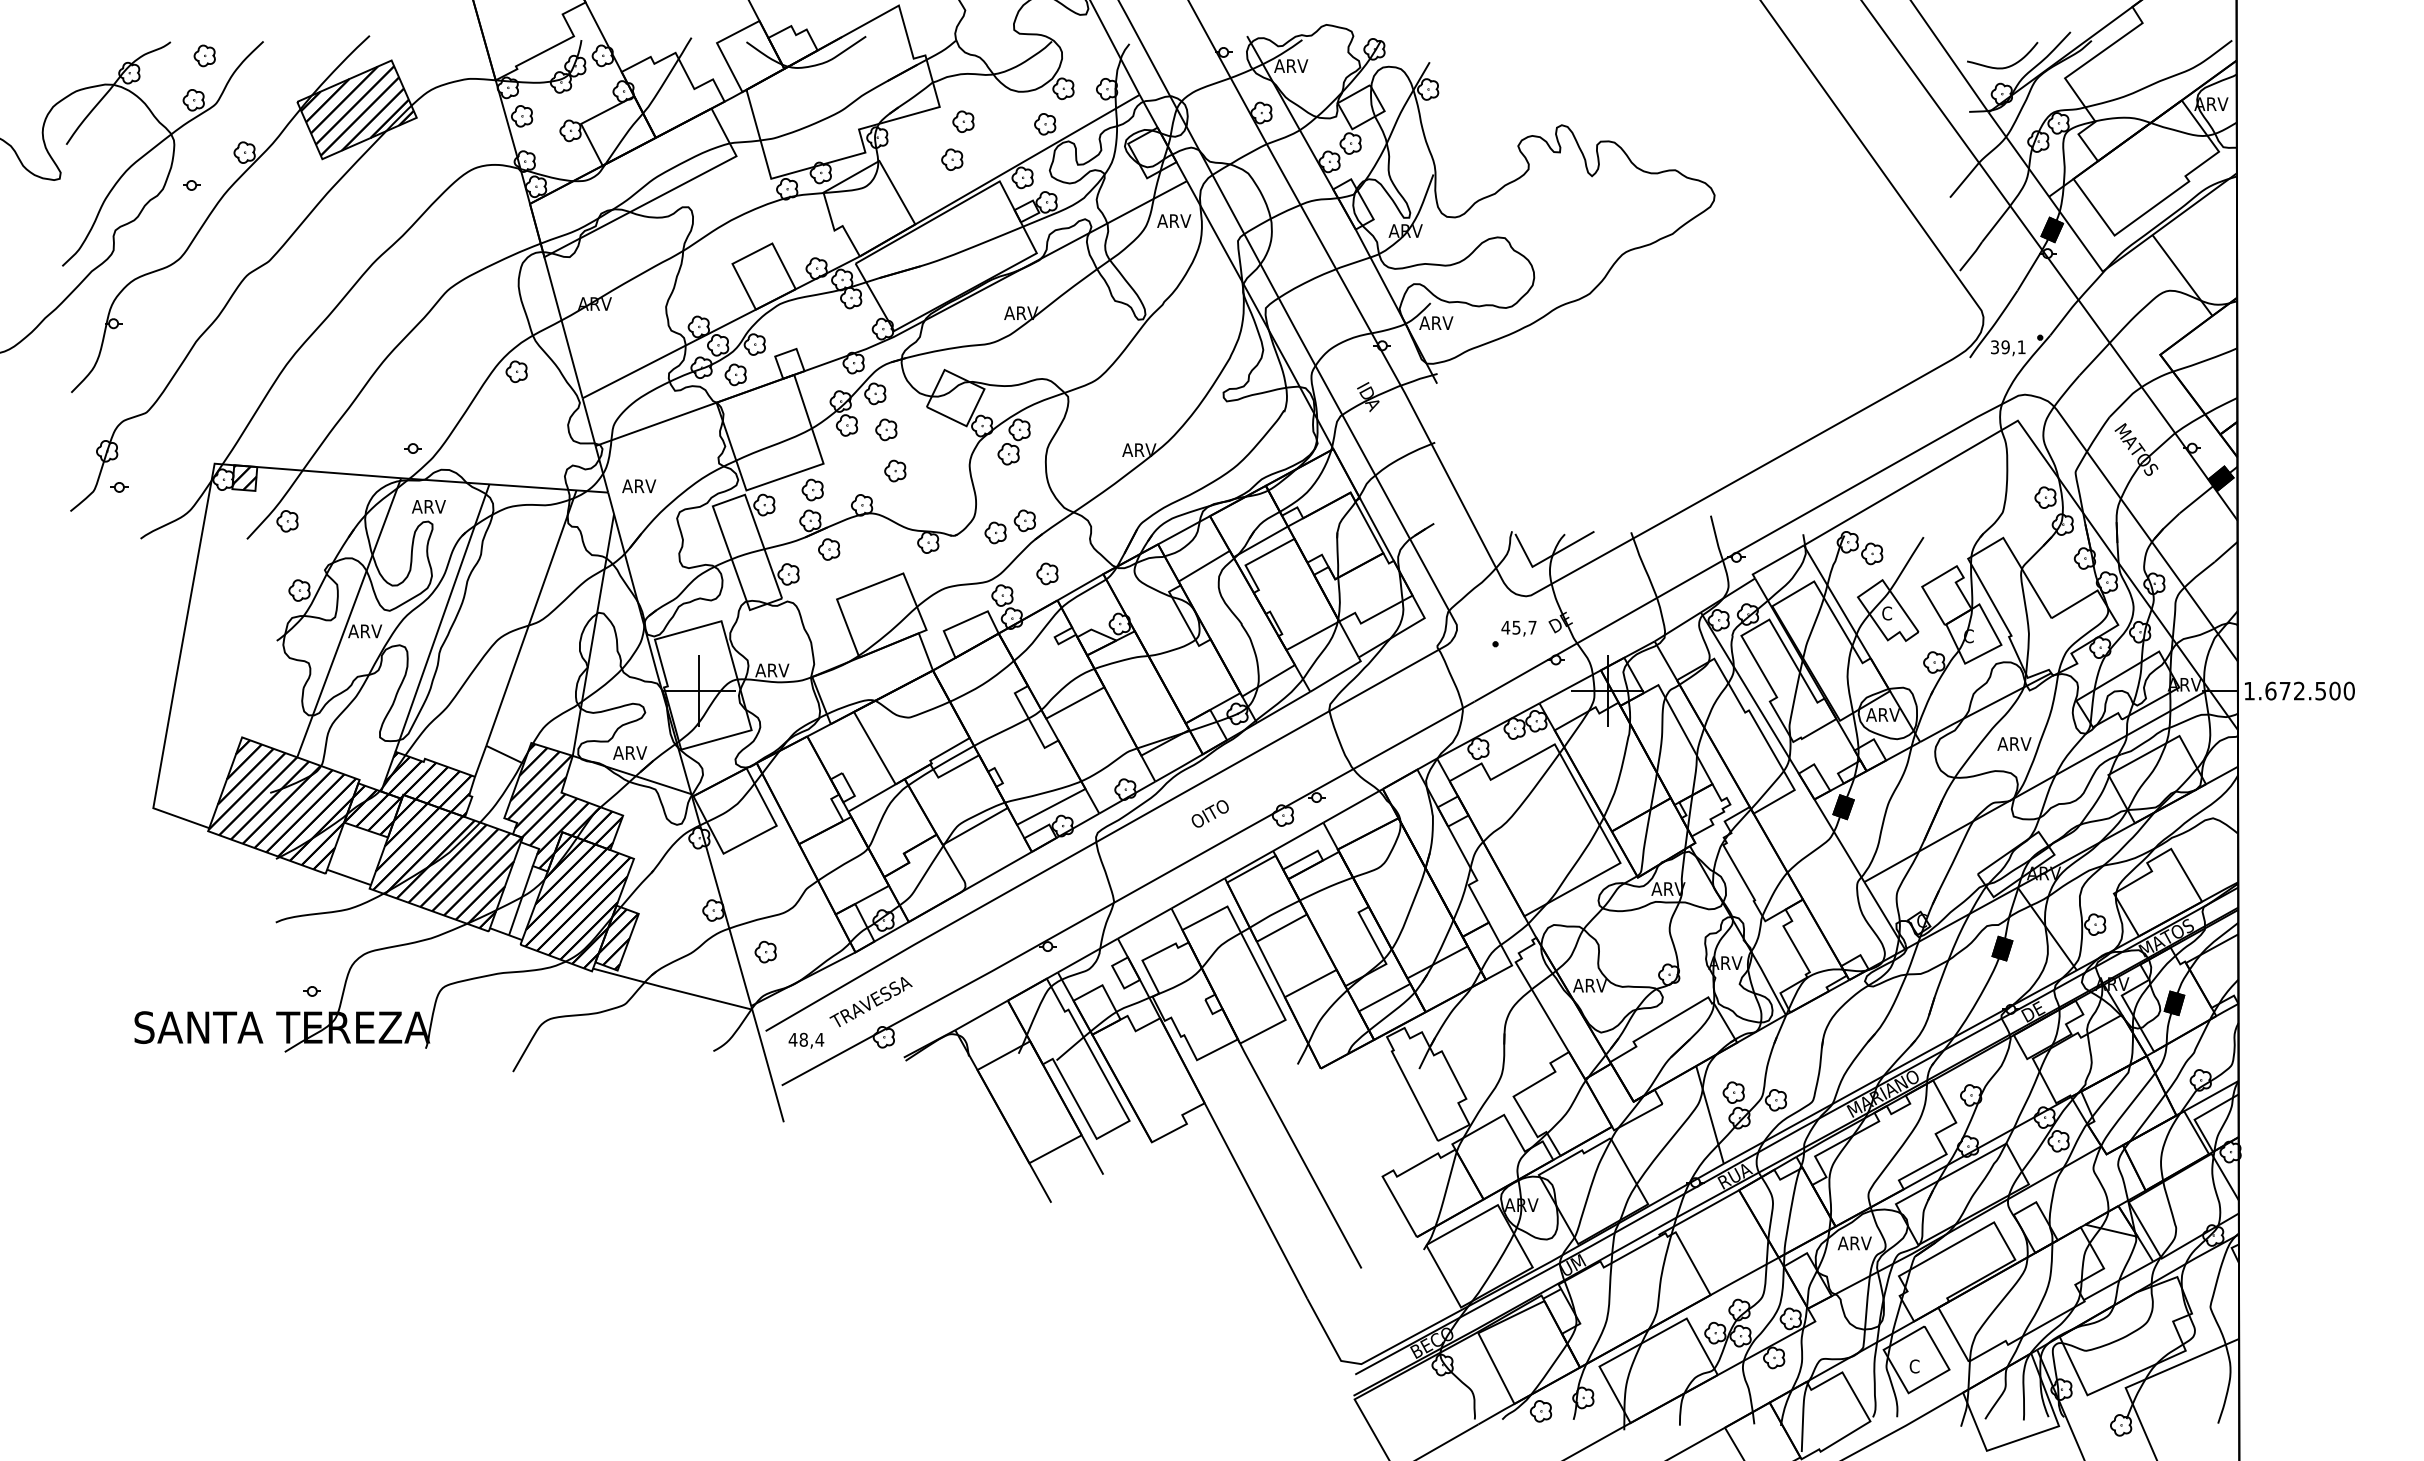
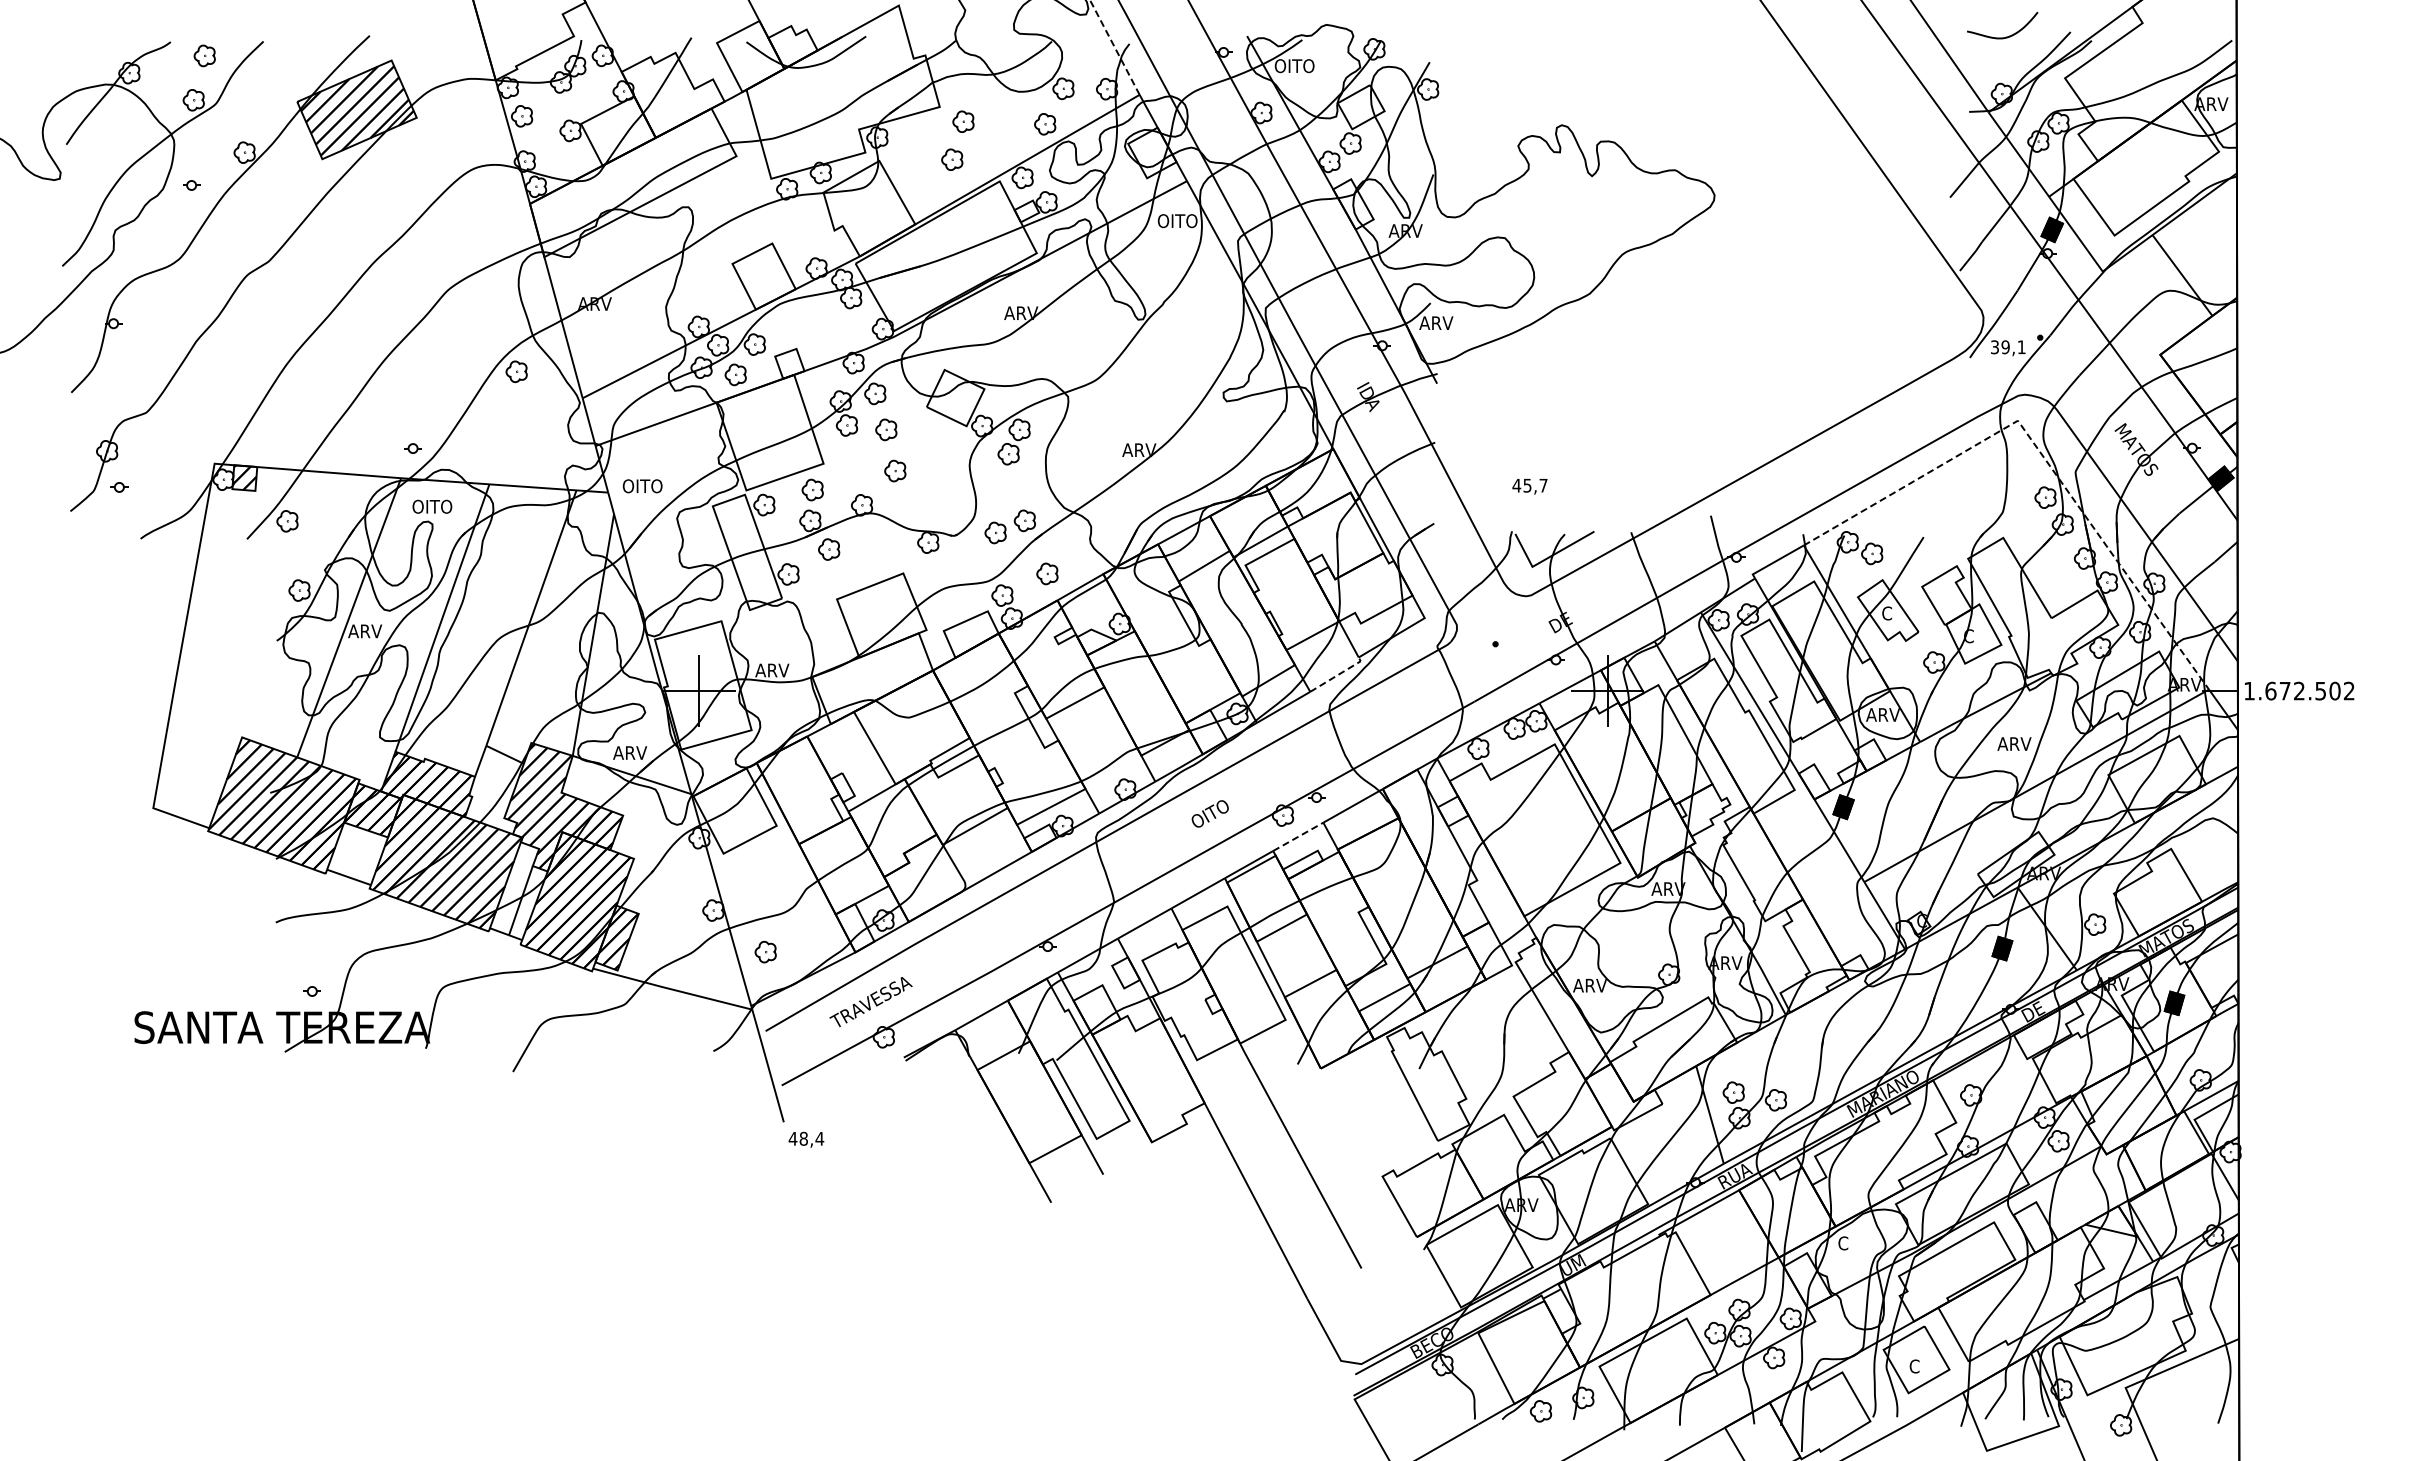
line at (1114, 47): solid -> dashed
text at (1294, 66): ARV -> OITO
curve at (2006, 66) position: (2006, 66) -> (2006, 36)
text at (1177, 221): ARV -> OITO
line at (2042, 454): solid -> dashed
text at (642, 486): ARV -> OITO
text at (431, 506): ARV -> OITO
text at (1518, 628) position: (1518, 628) -> (1529, 486)
line at (1338, 675): solid -> dashed
text at (2348, 690): 1.672.500 -> 1.672.502
line at (1298, 836): solid -> dashed
text at (806, 1040) position: (806, 1040) -> (806, 1139)
text at (1854, 1243): ARV -> C
